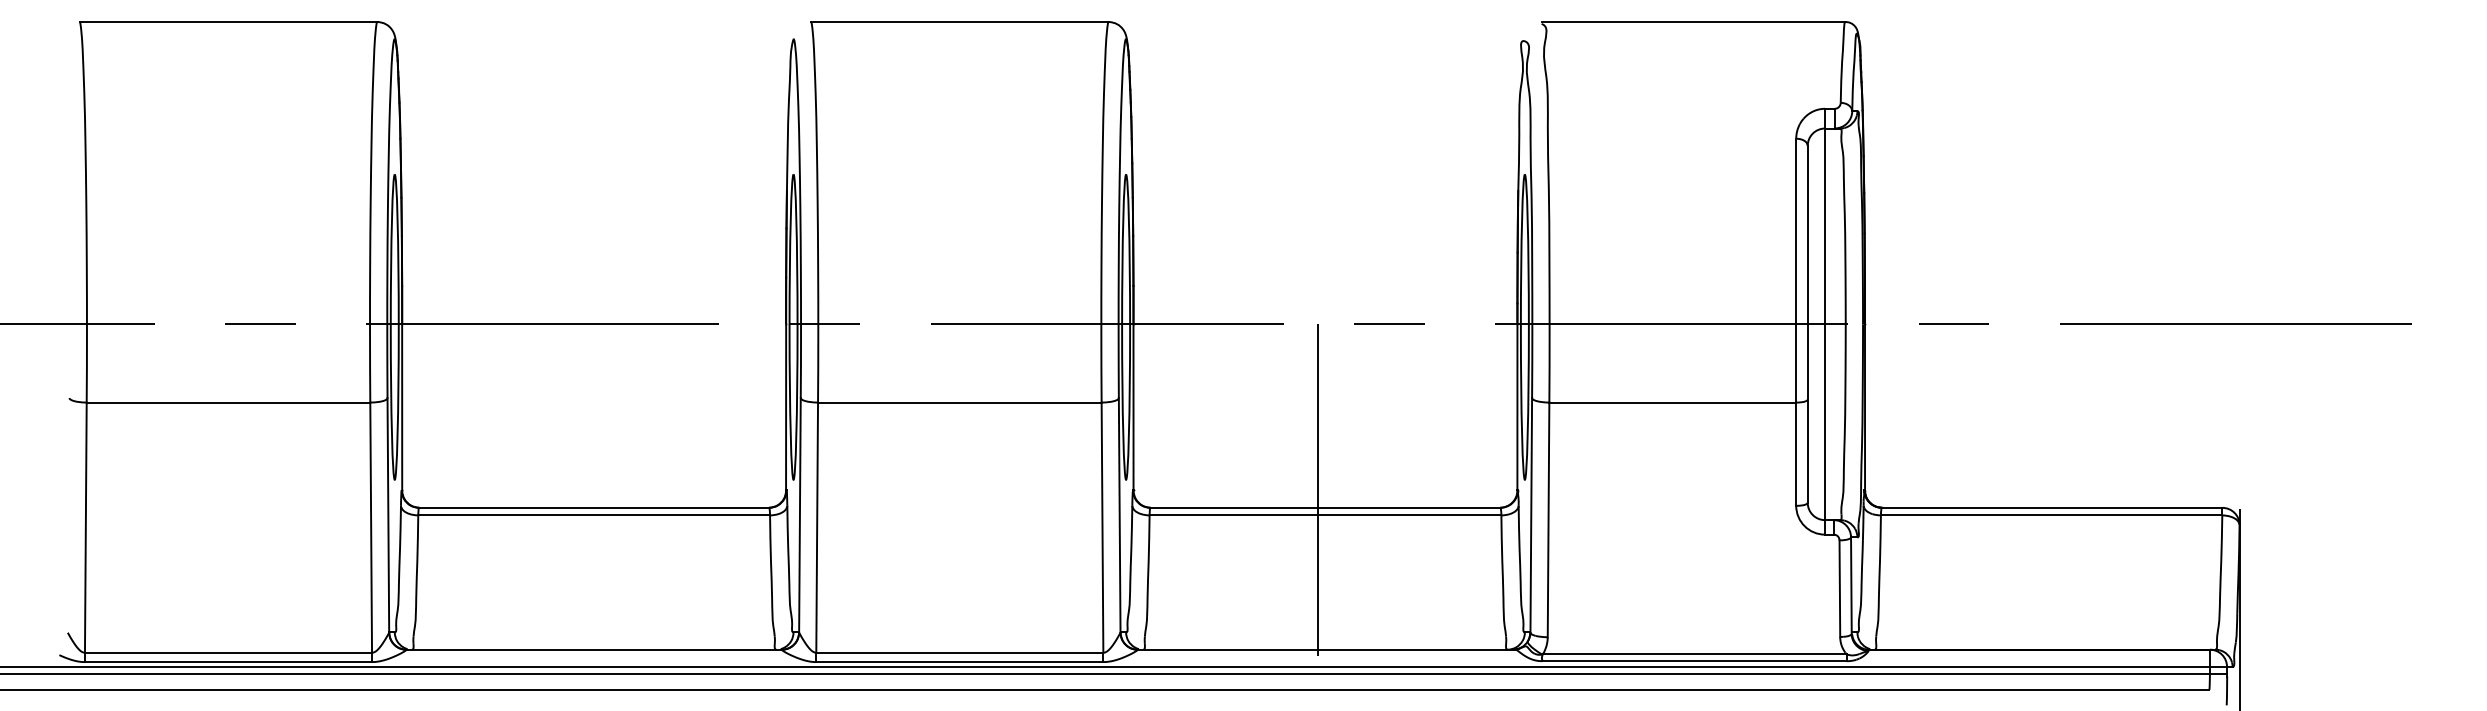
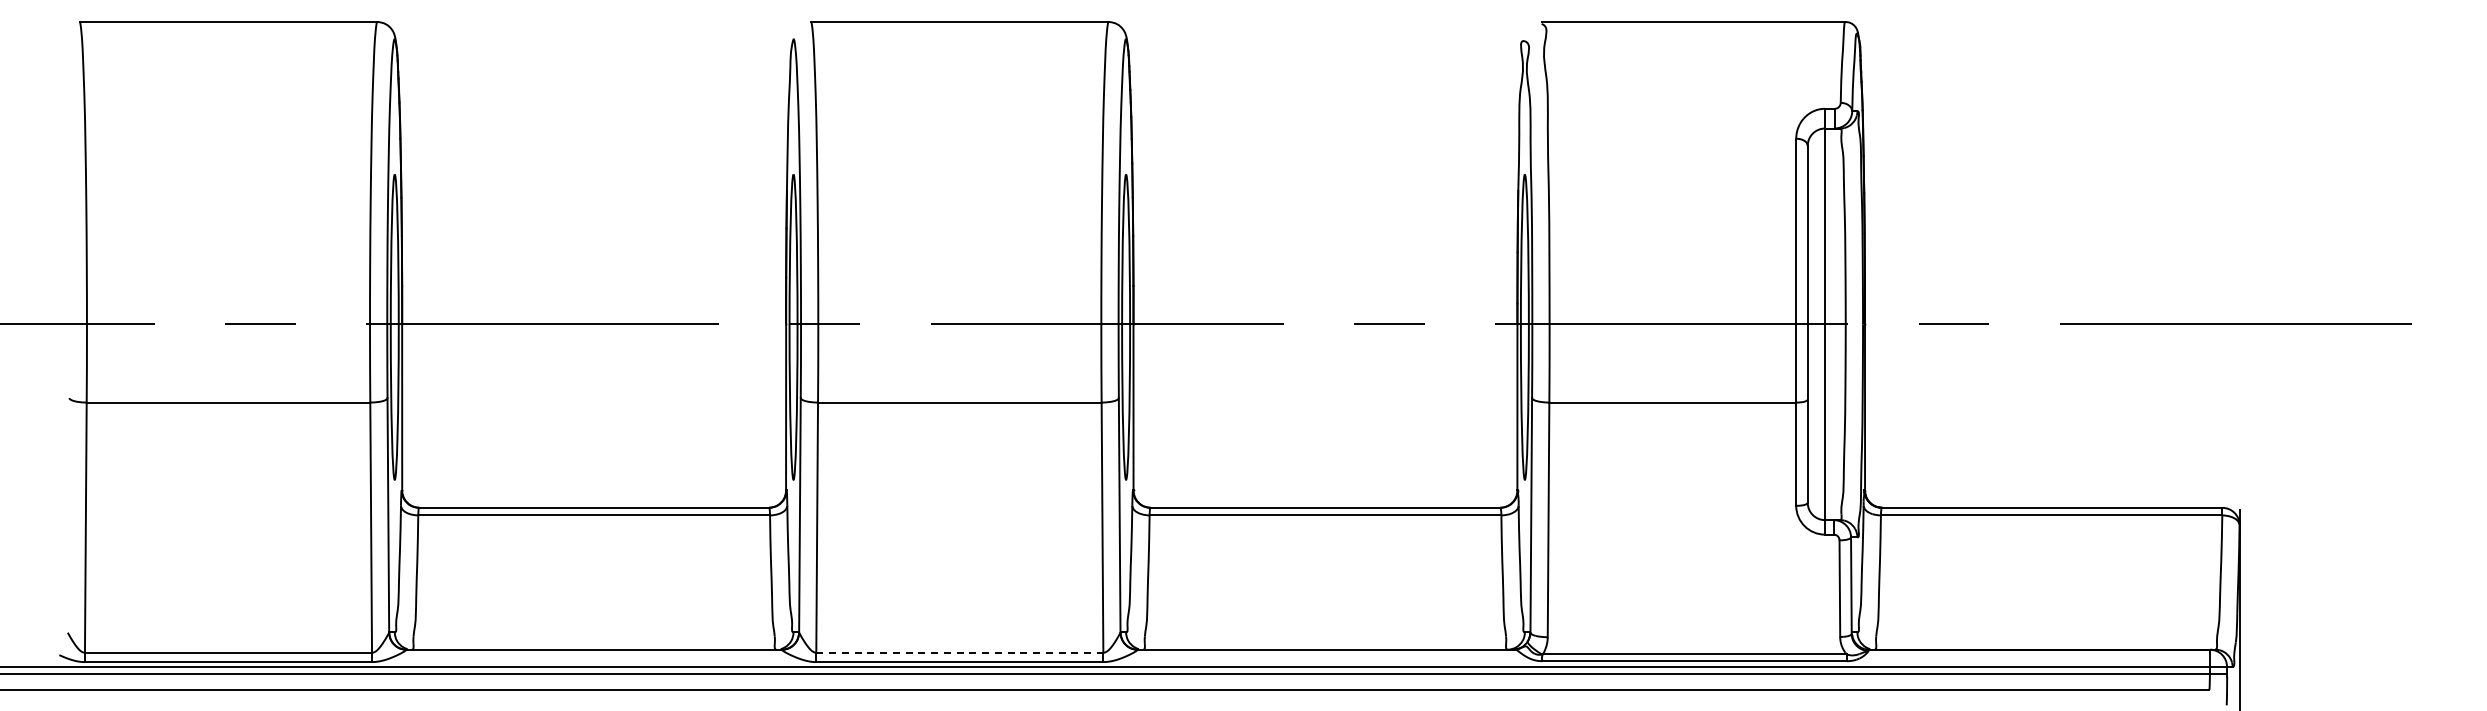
line at (1318, 489): present -> none
line at (959, 652): solid -> dashed
